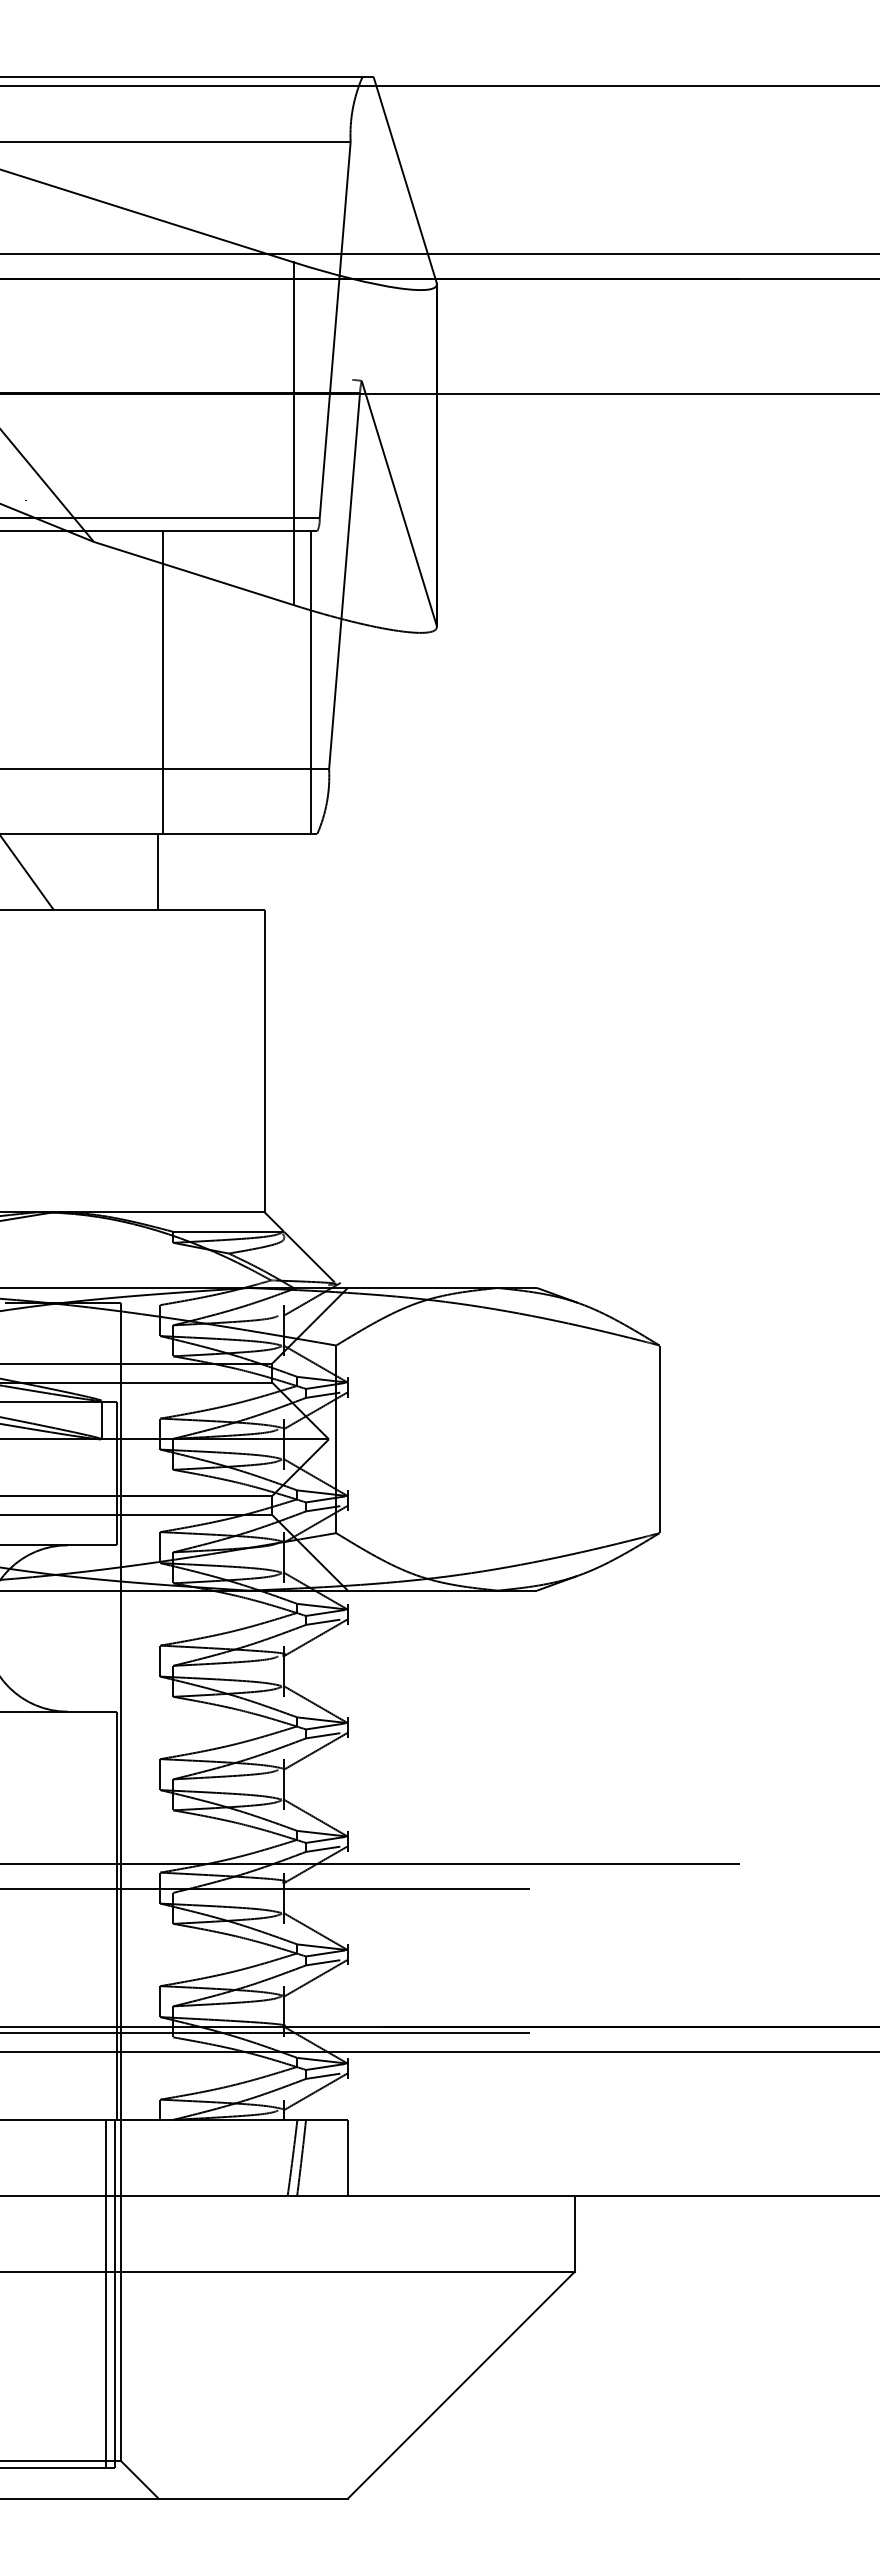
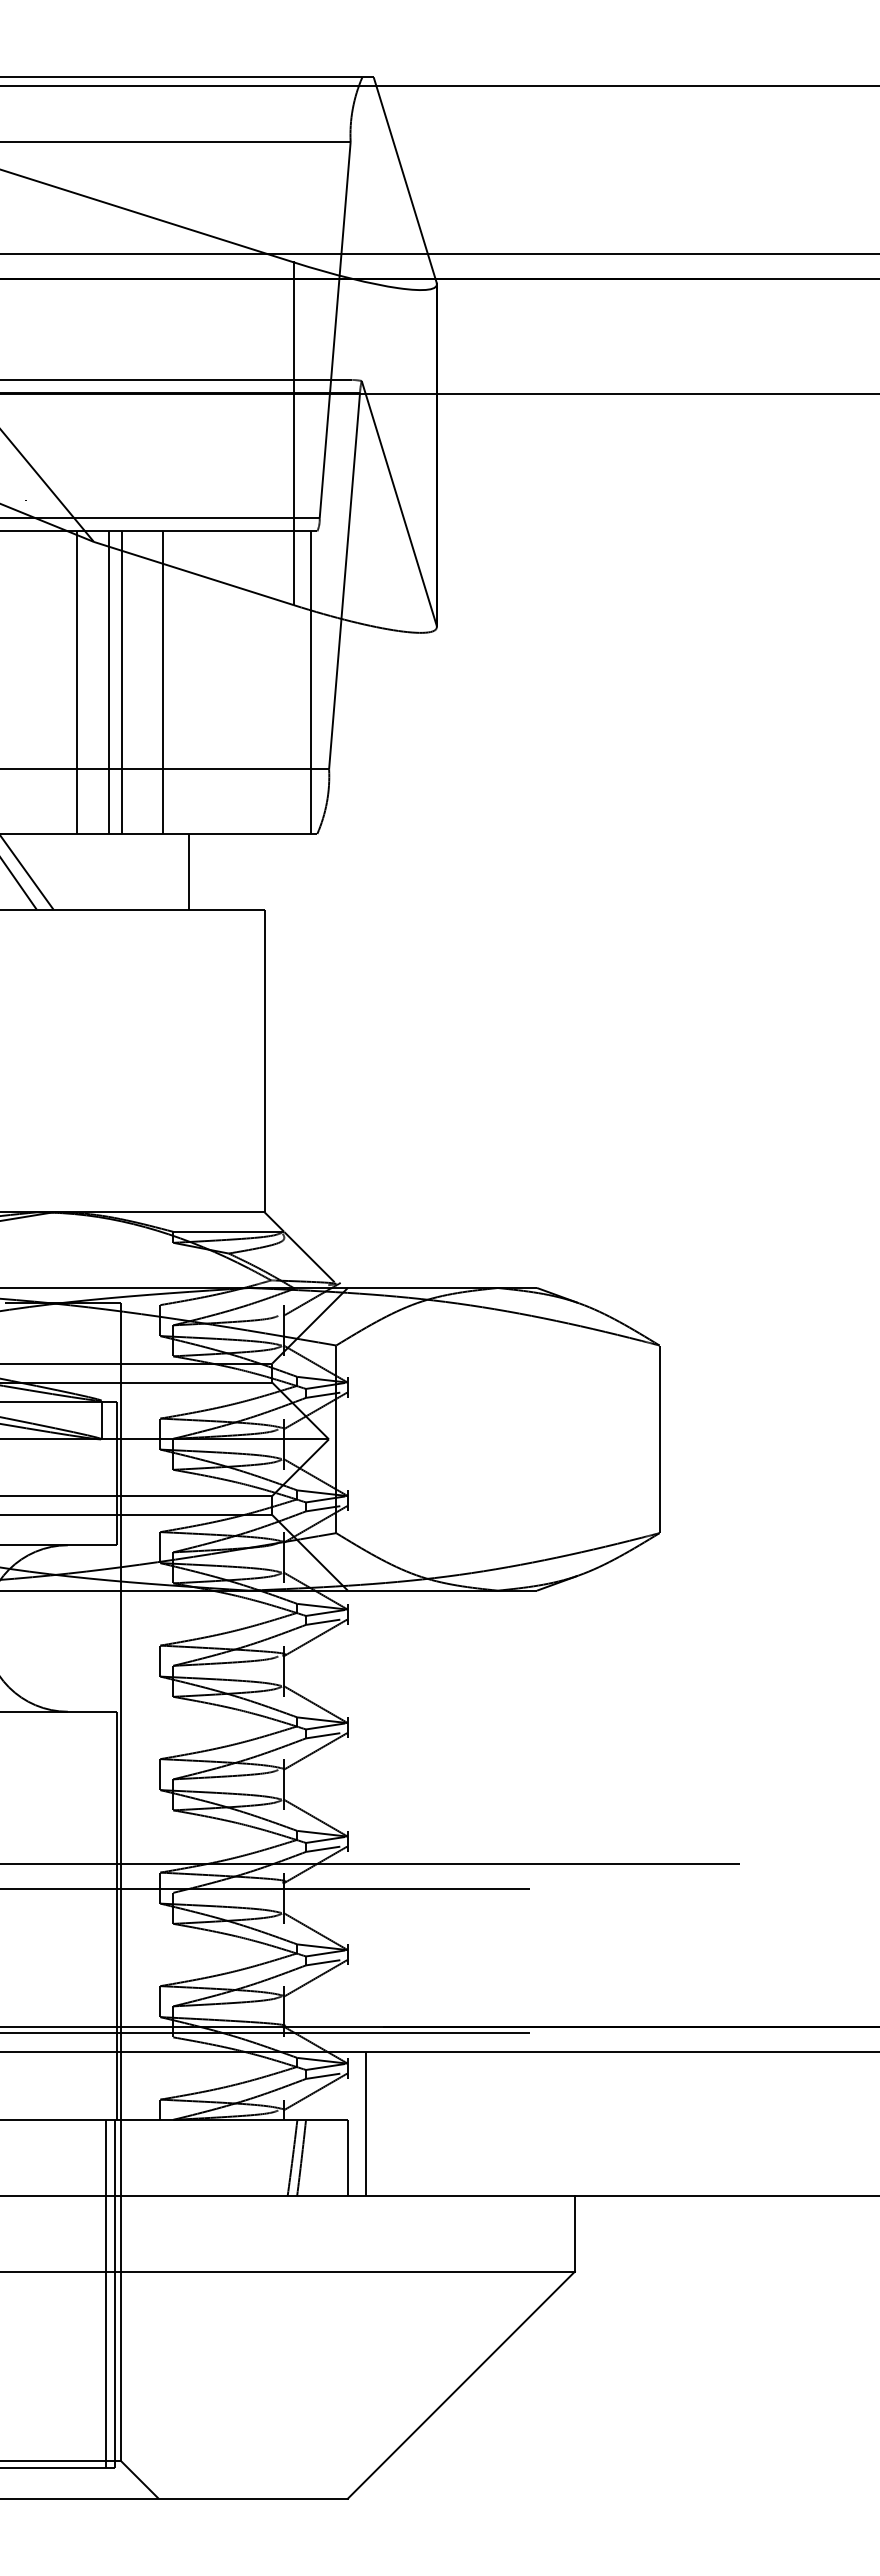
line at (177, 379): none -> present
line at (76, 682): none -> present
line at (108, 682): none -> present
line at (121, 682): none -> present
line at (157, 871) position: (157, 871) -> (188, 871)
line at (19, 884): none -> present
line at (365, 2124): none -> present
